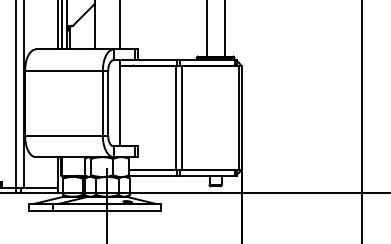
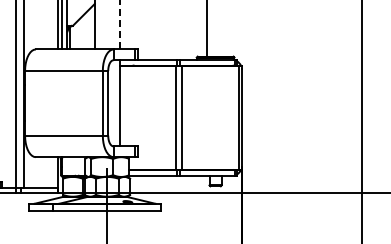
line at (119, 24): solid -> dashed
line at (224, 29): present -> none
